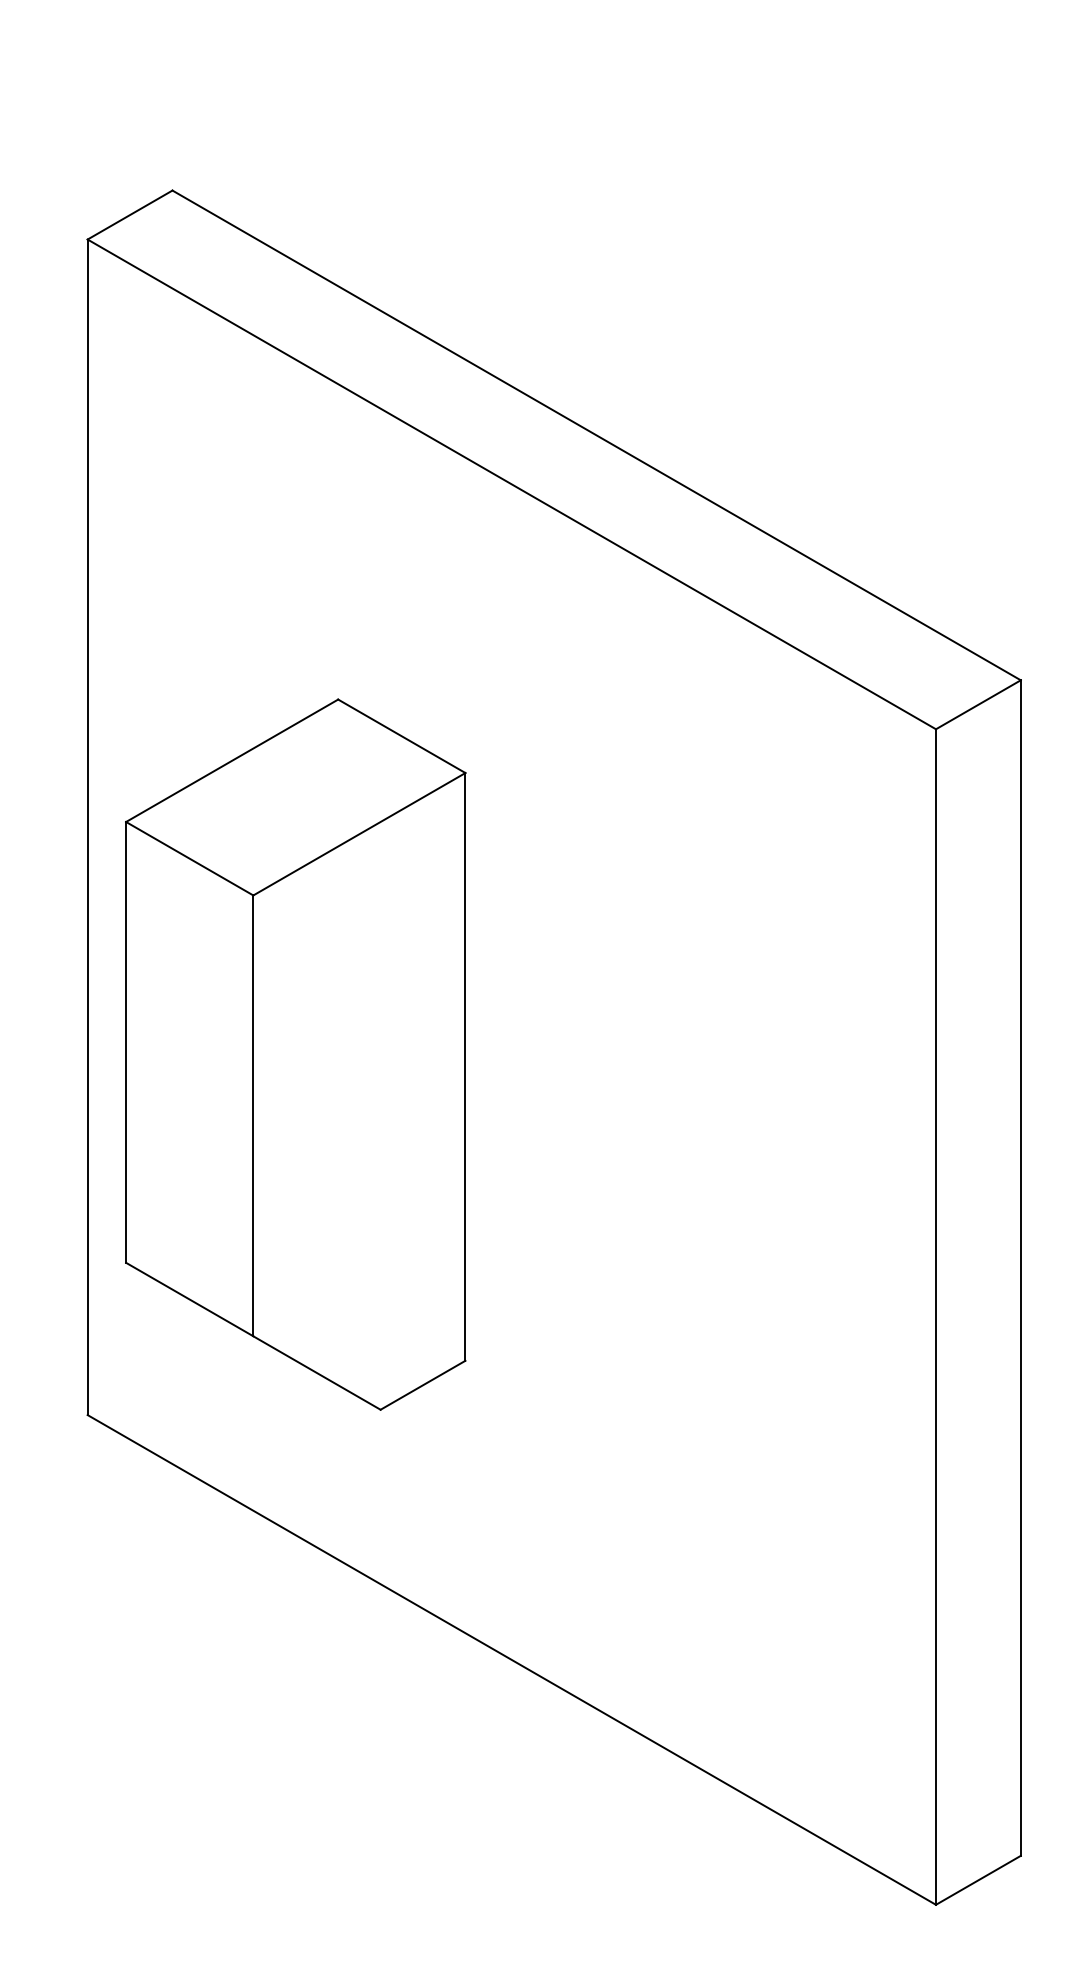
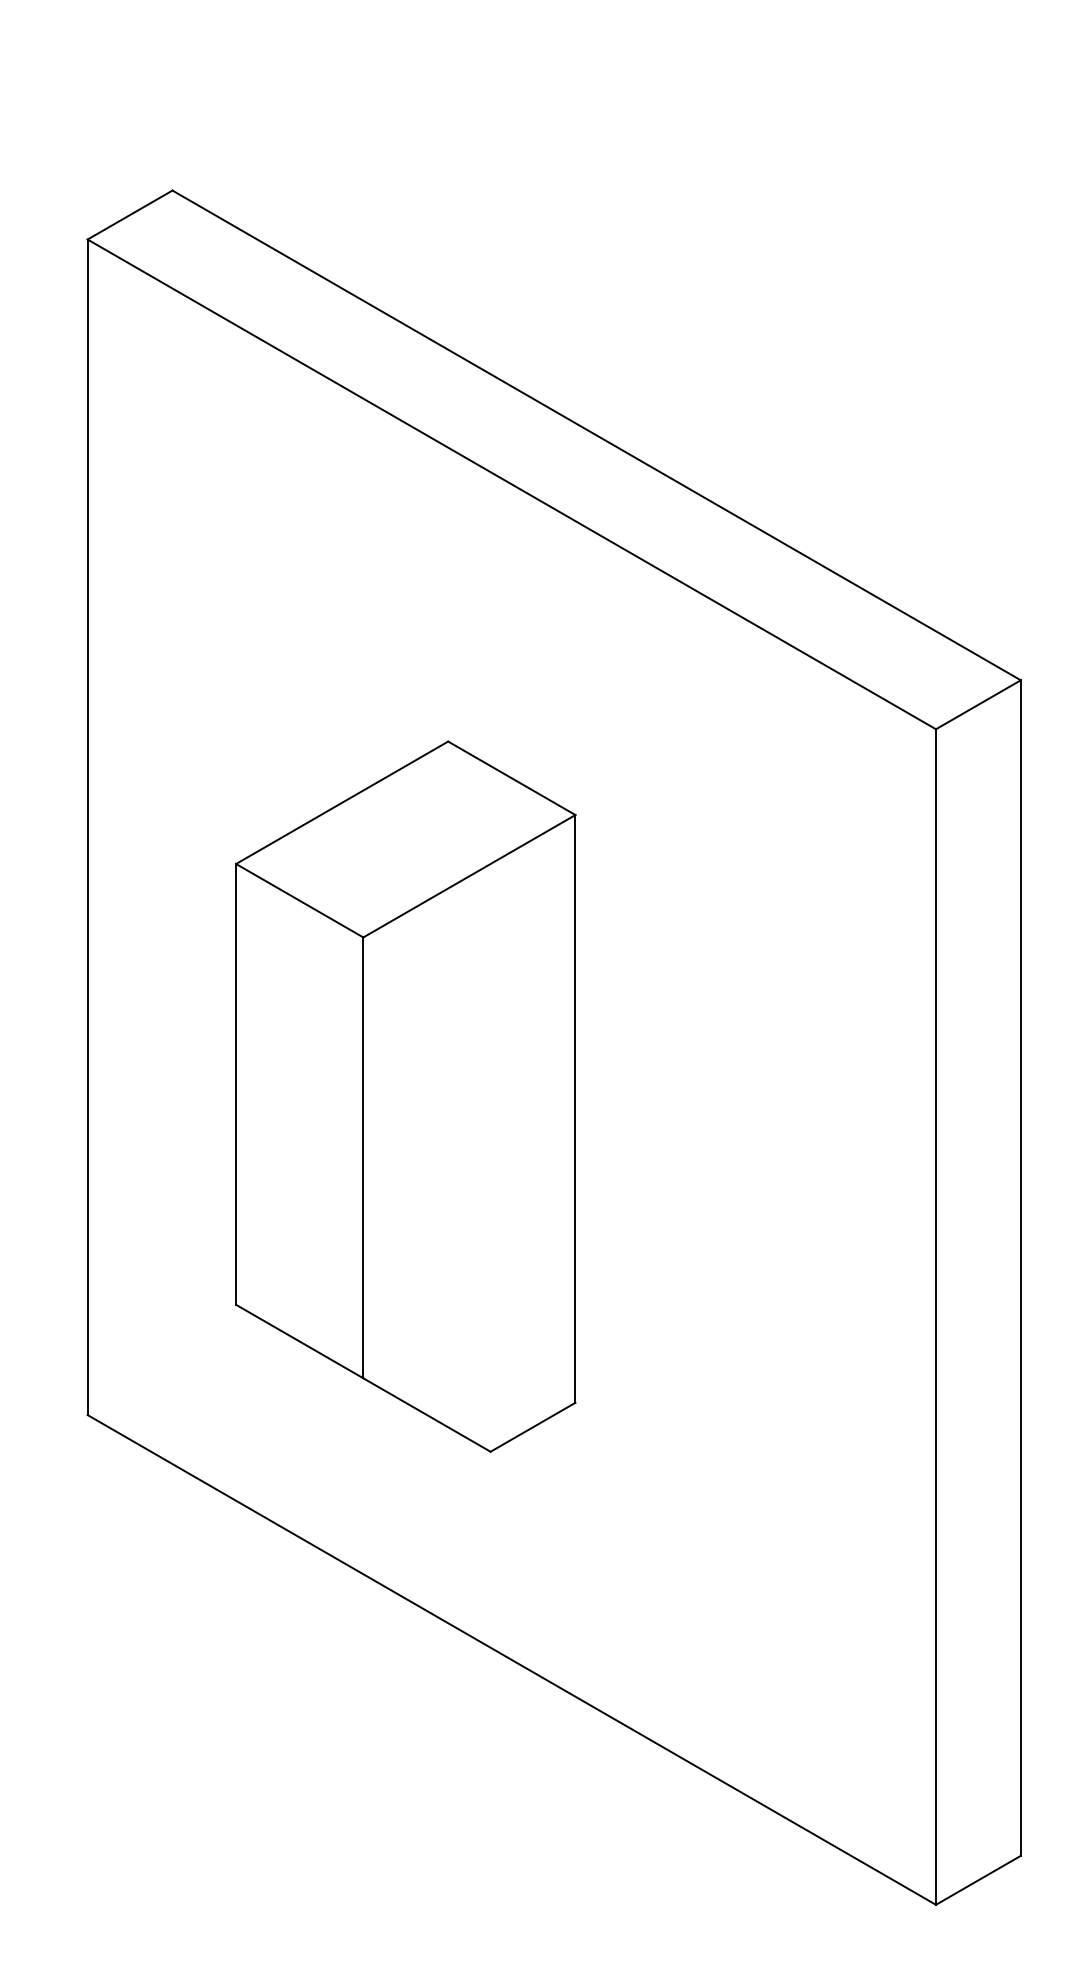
part at (295, 1054) position: (295, 1054) -> (405, 1096)
